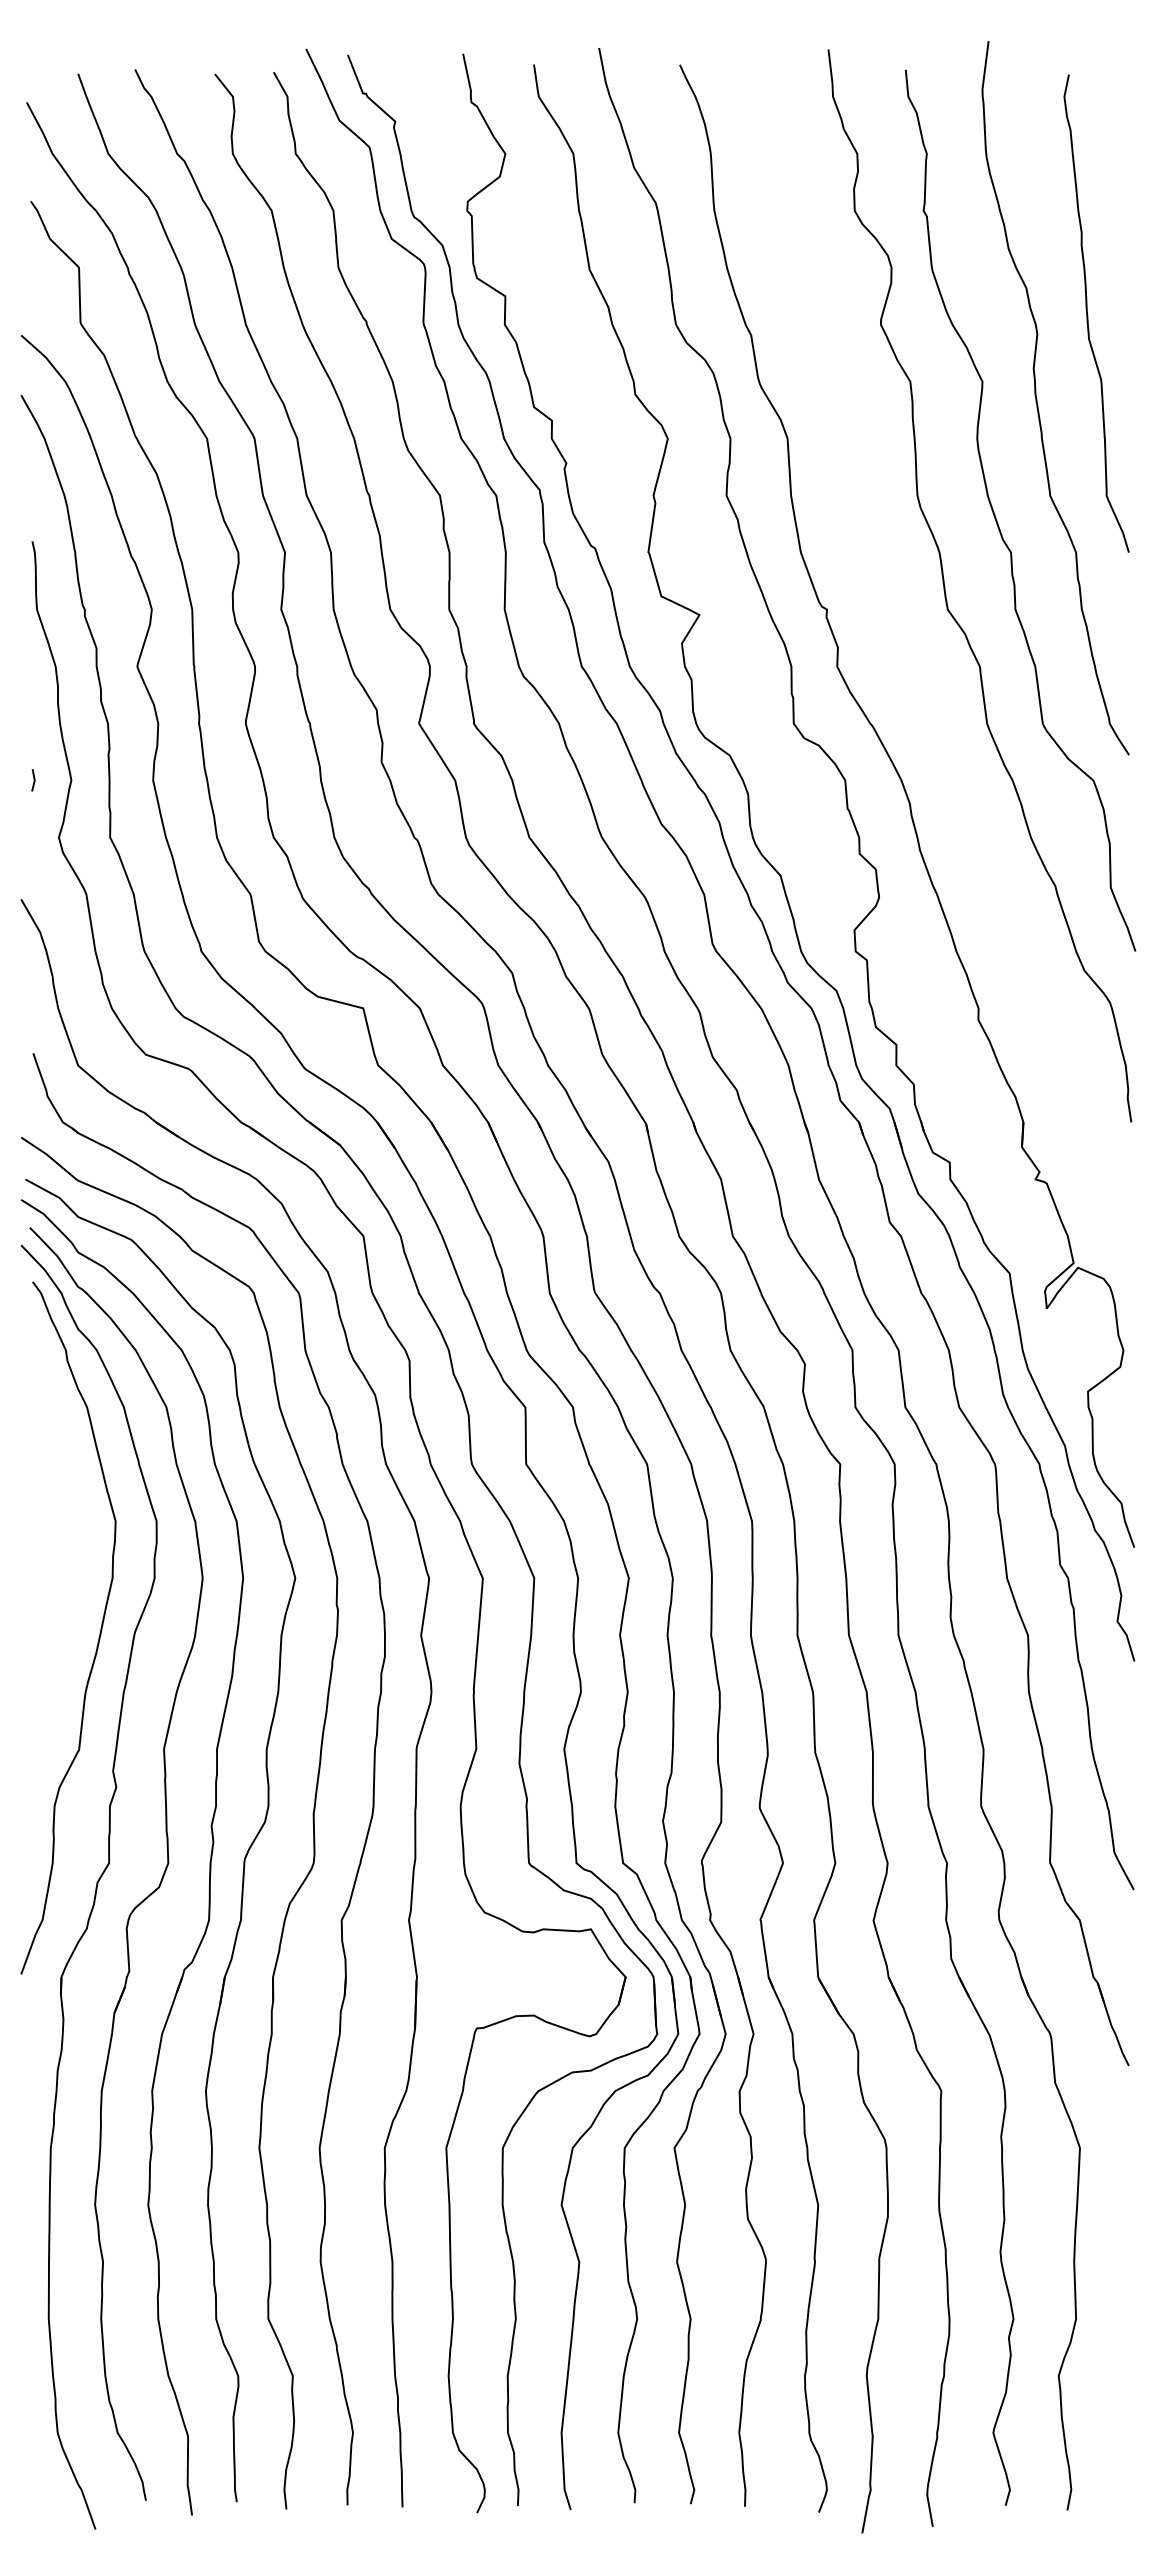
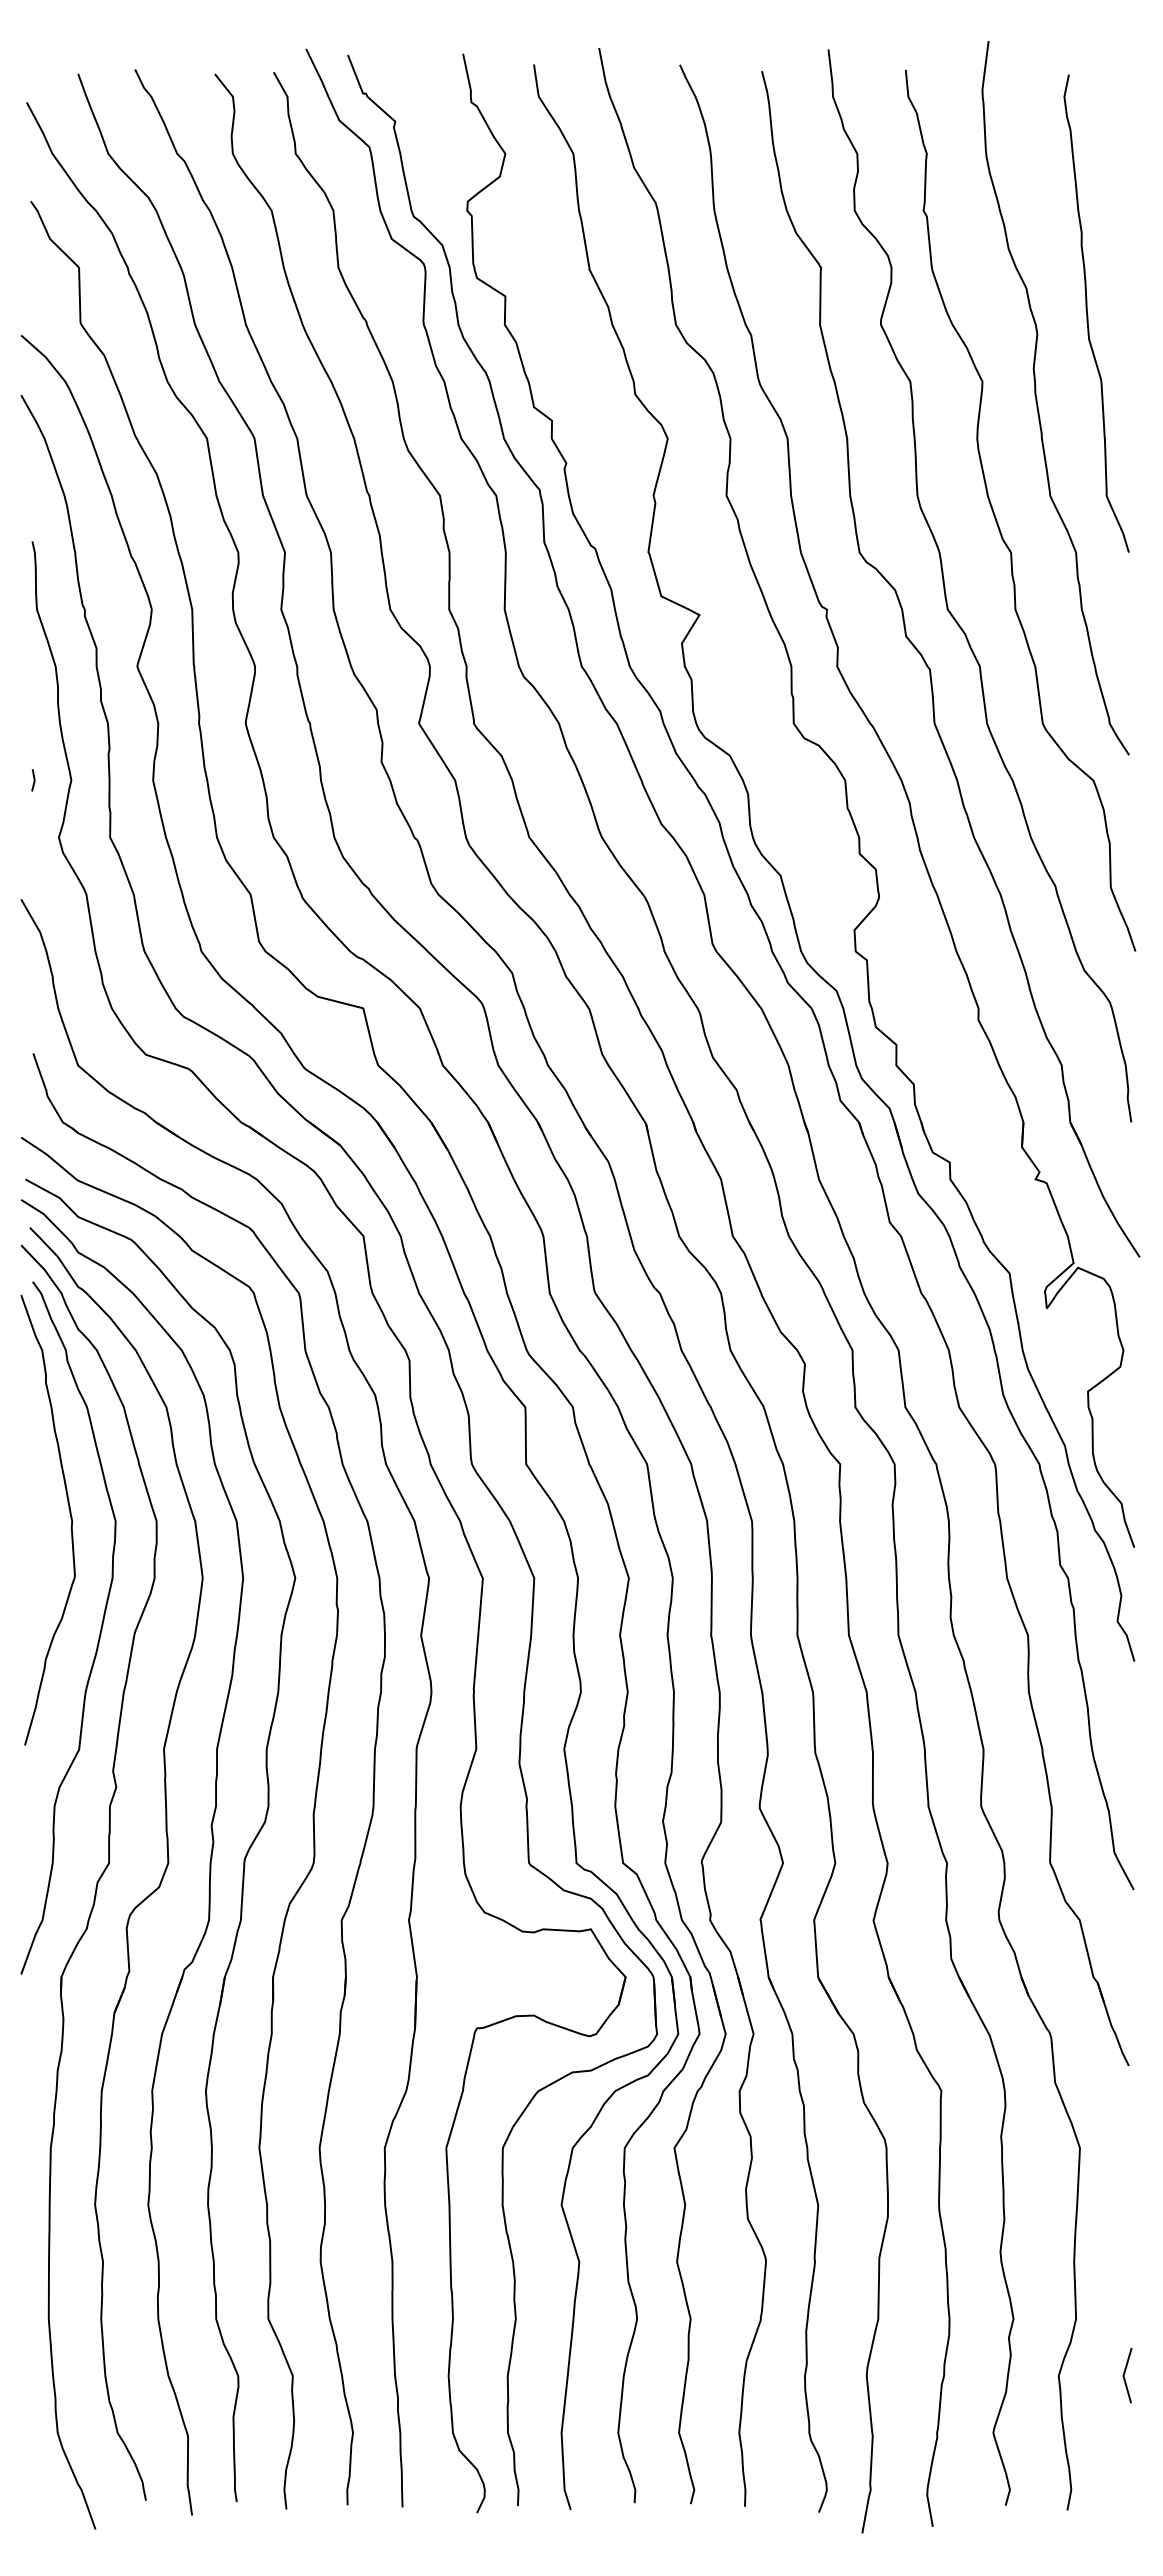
part at (931, 671): none -> present
curve at (69, 1514): none -> present
line at (1125, 2373): none -> present
